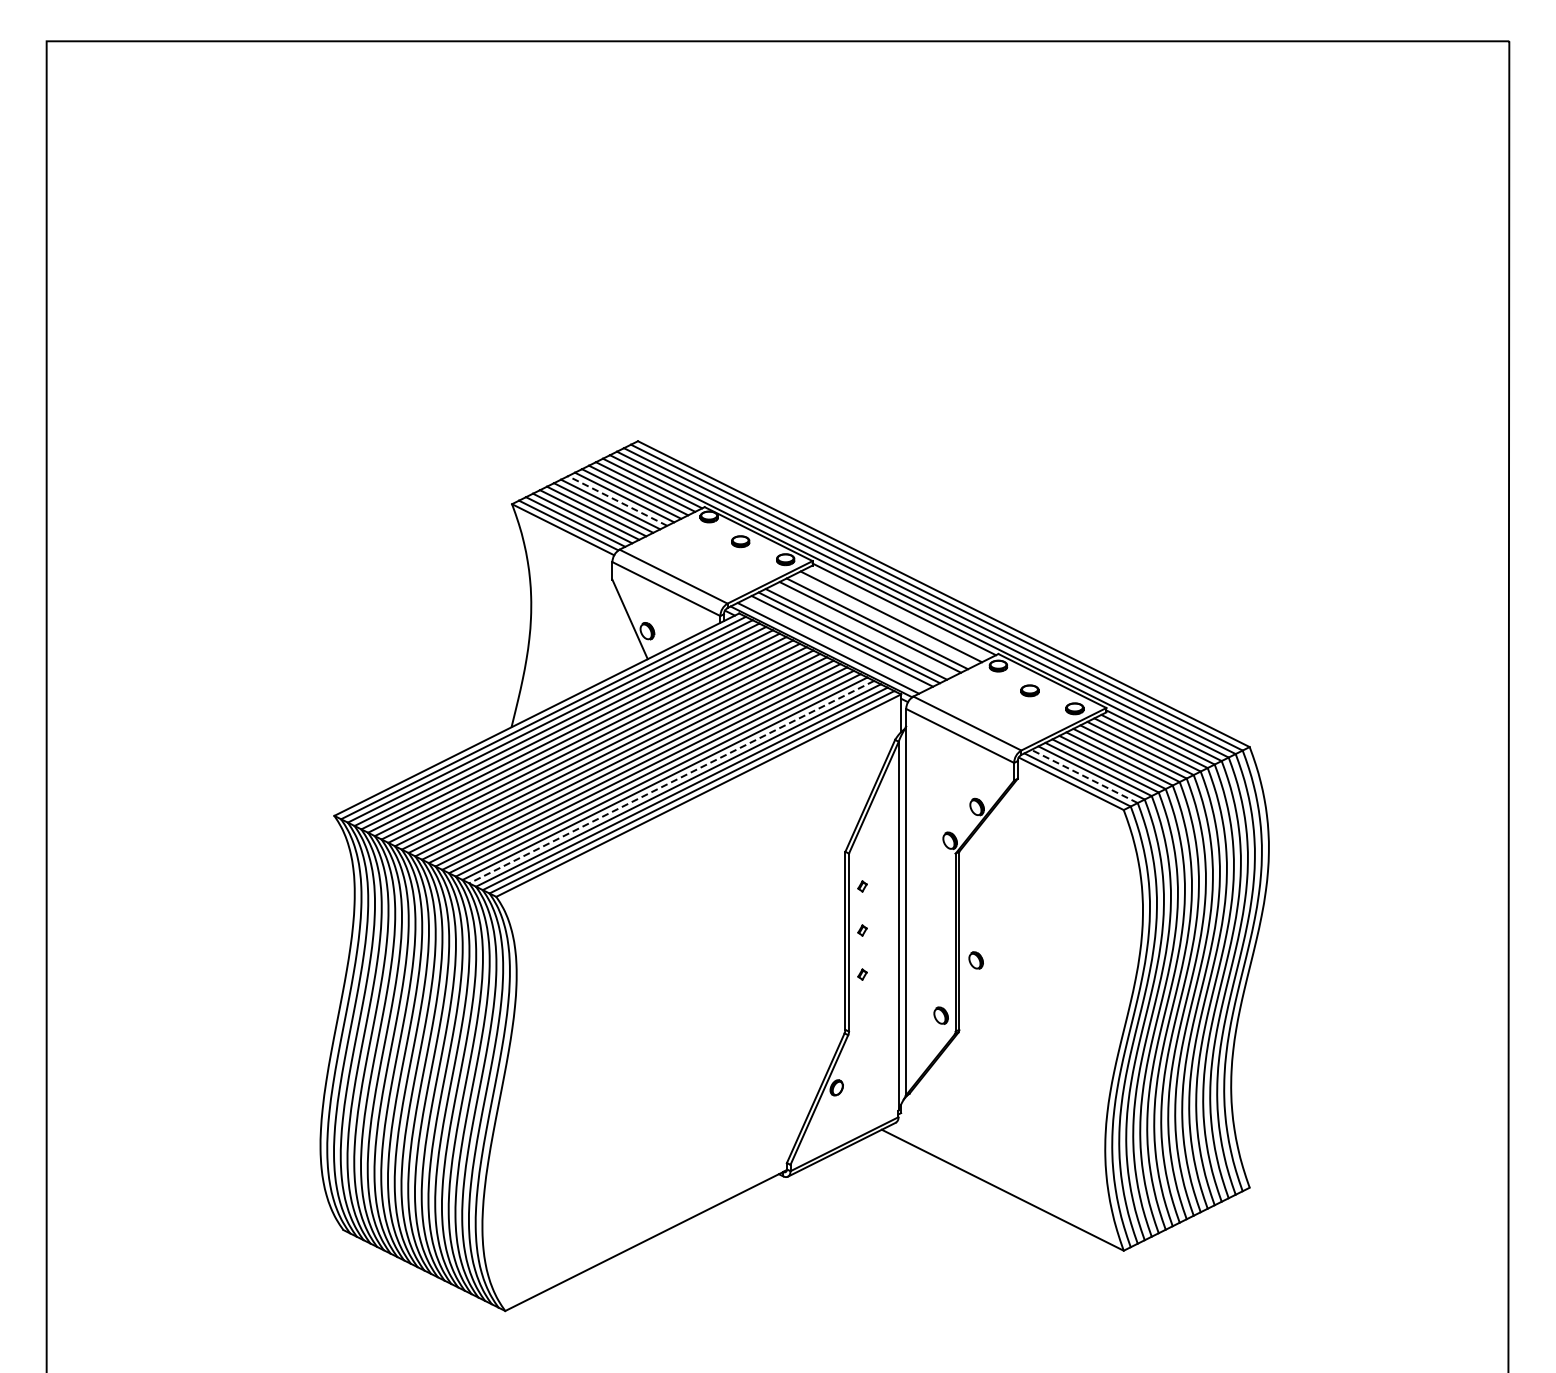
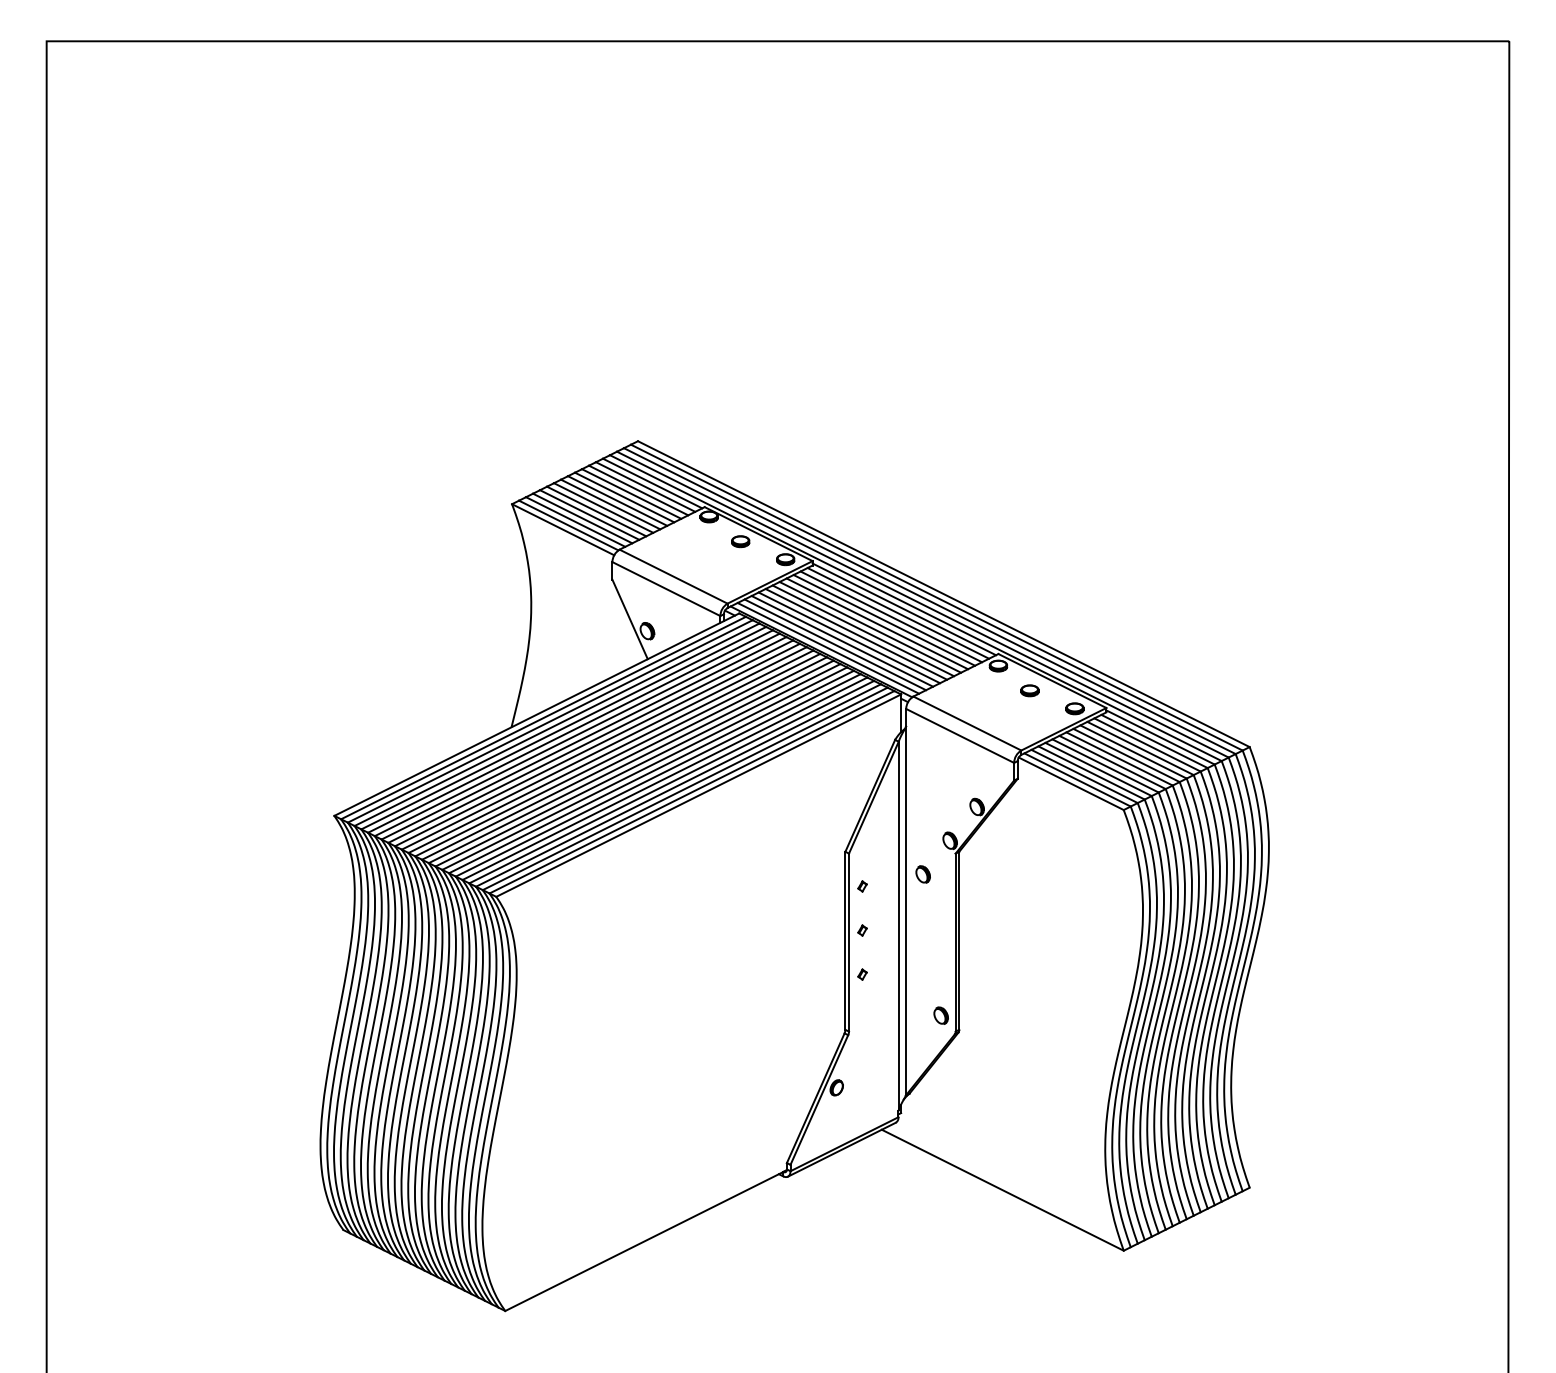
line at (617, 500): dashed -> solid
line at (898, 613): none -> present
line at (884, 620): none -> present
line at (863, 630): none -> present
line at (835, 644): none -> present
line at (1084, 776): dashed -> solid
line at (671, 782): dashed -> solid
part at (975, 960) position: (975, 960) -> (922, 874)
